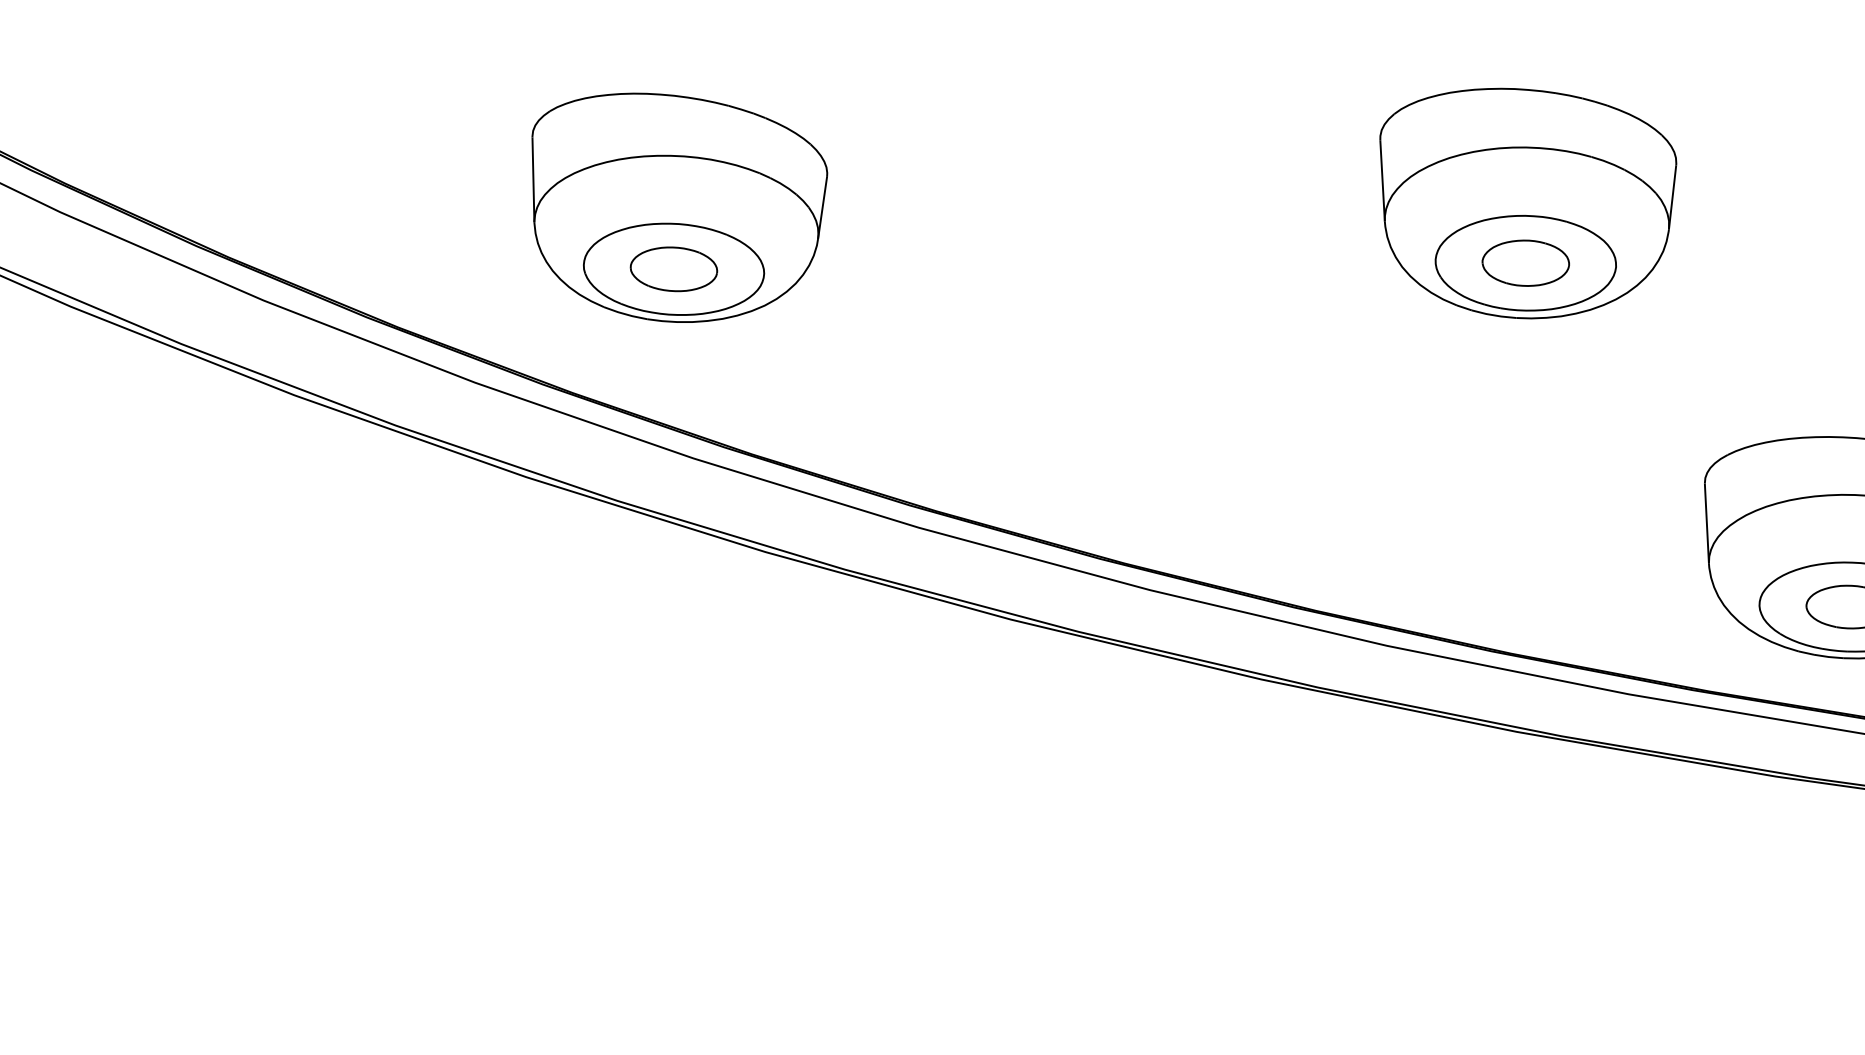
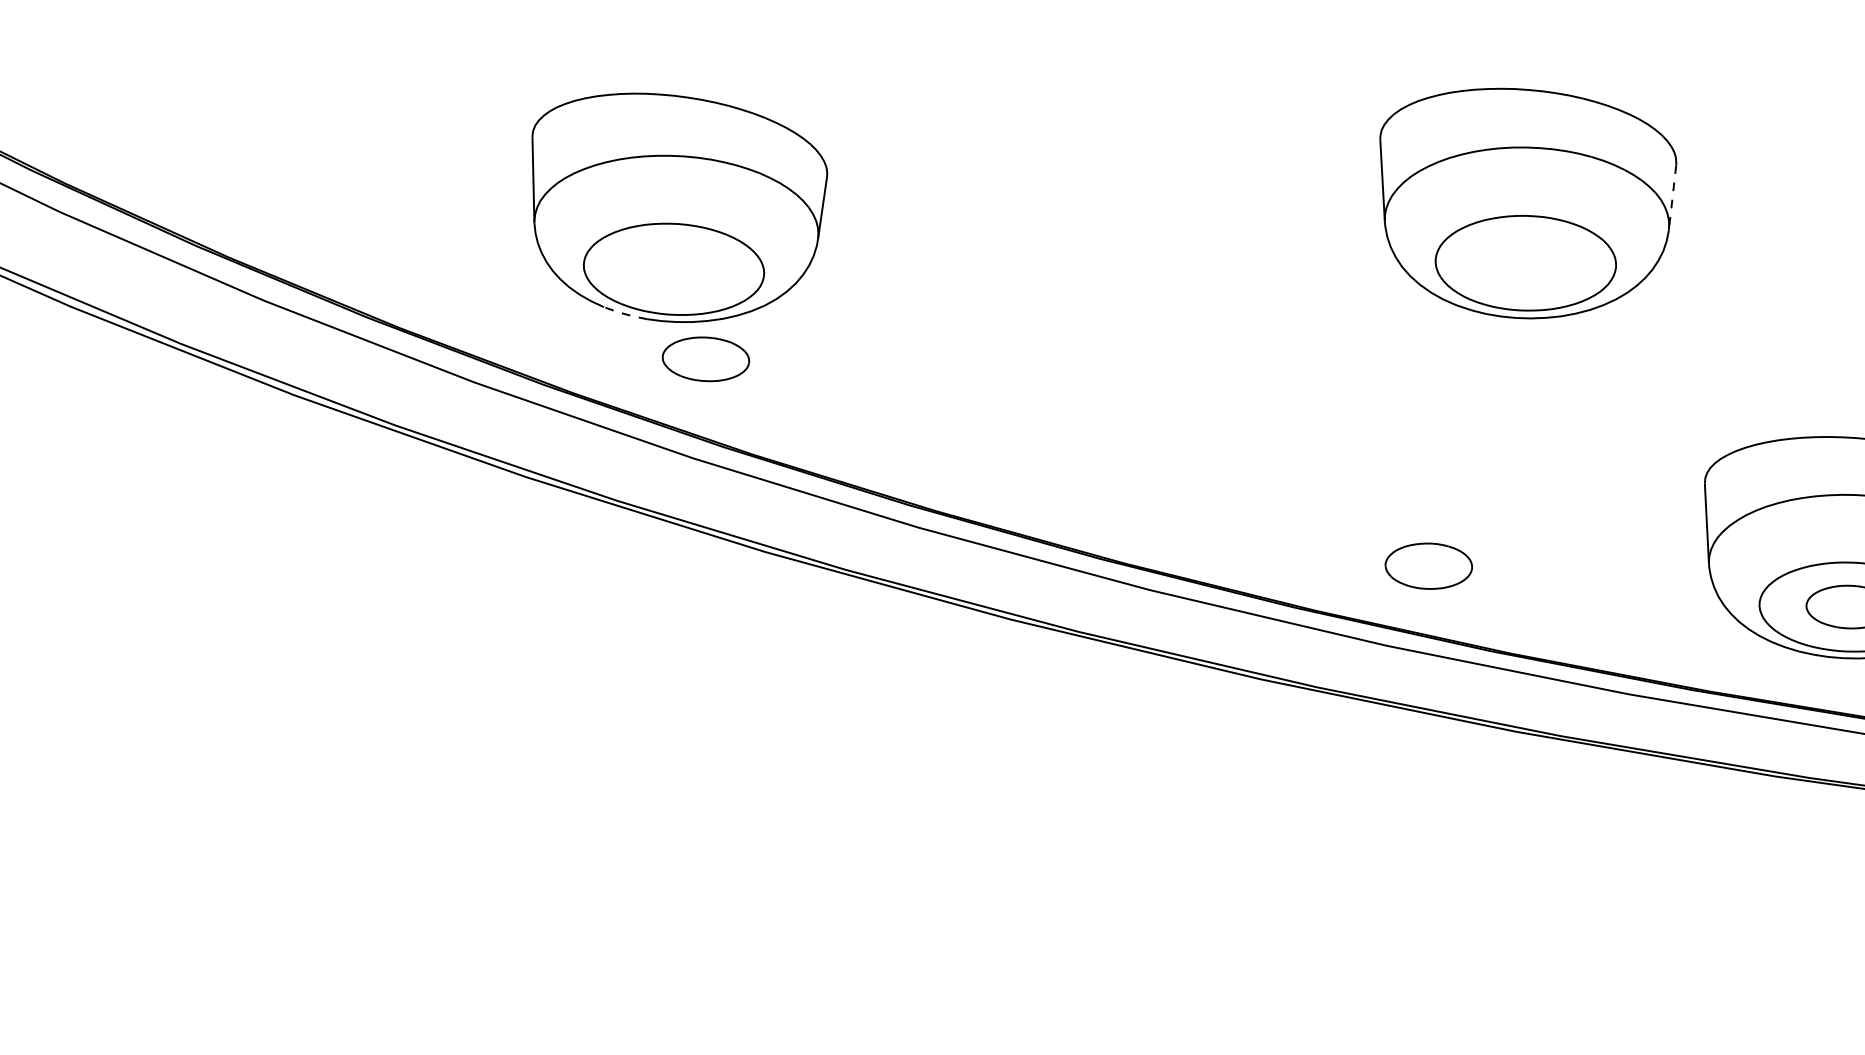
line at (1672, 197): solid -> dashed
part at (1525, 262) position: (1525, 262) -> (1428, 565)
part at (673, 269) position: (673, 269) -> (705, 359)
line at (625, 314): solid -> dashed
